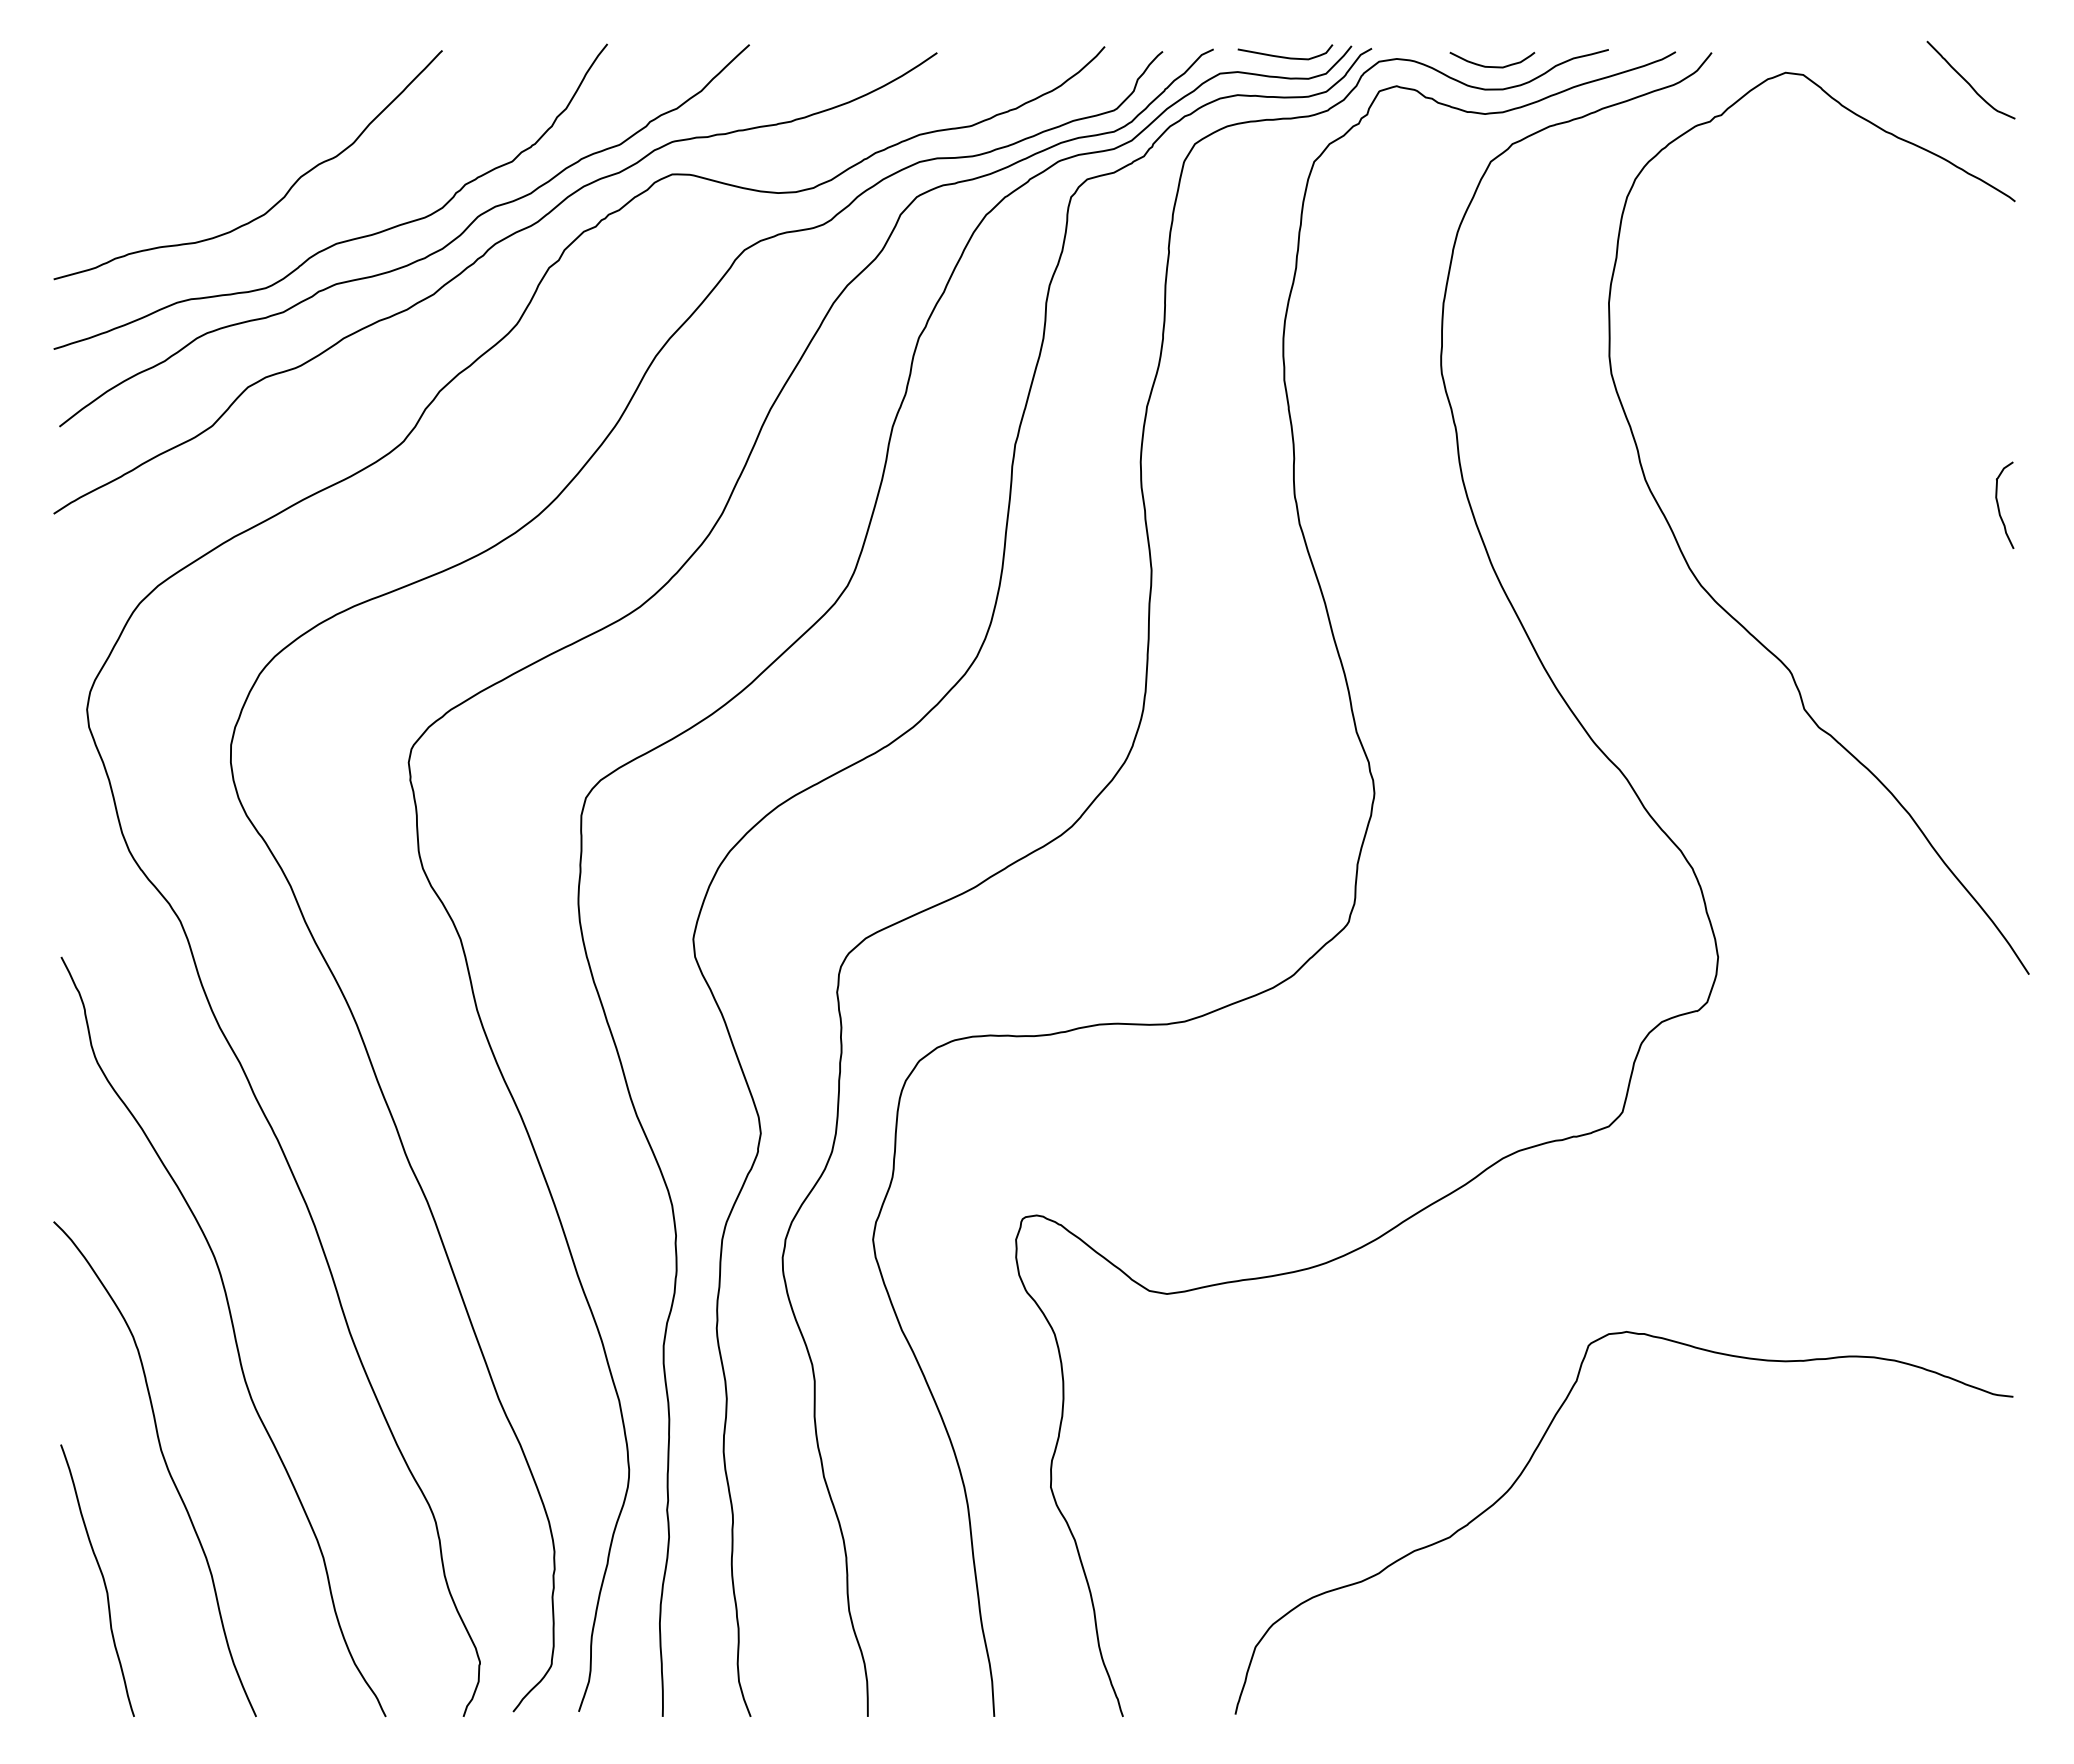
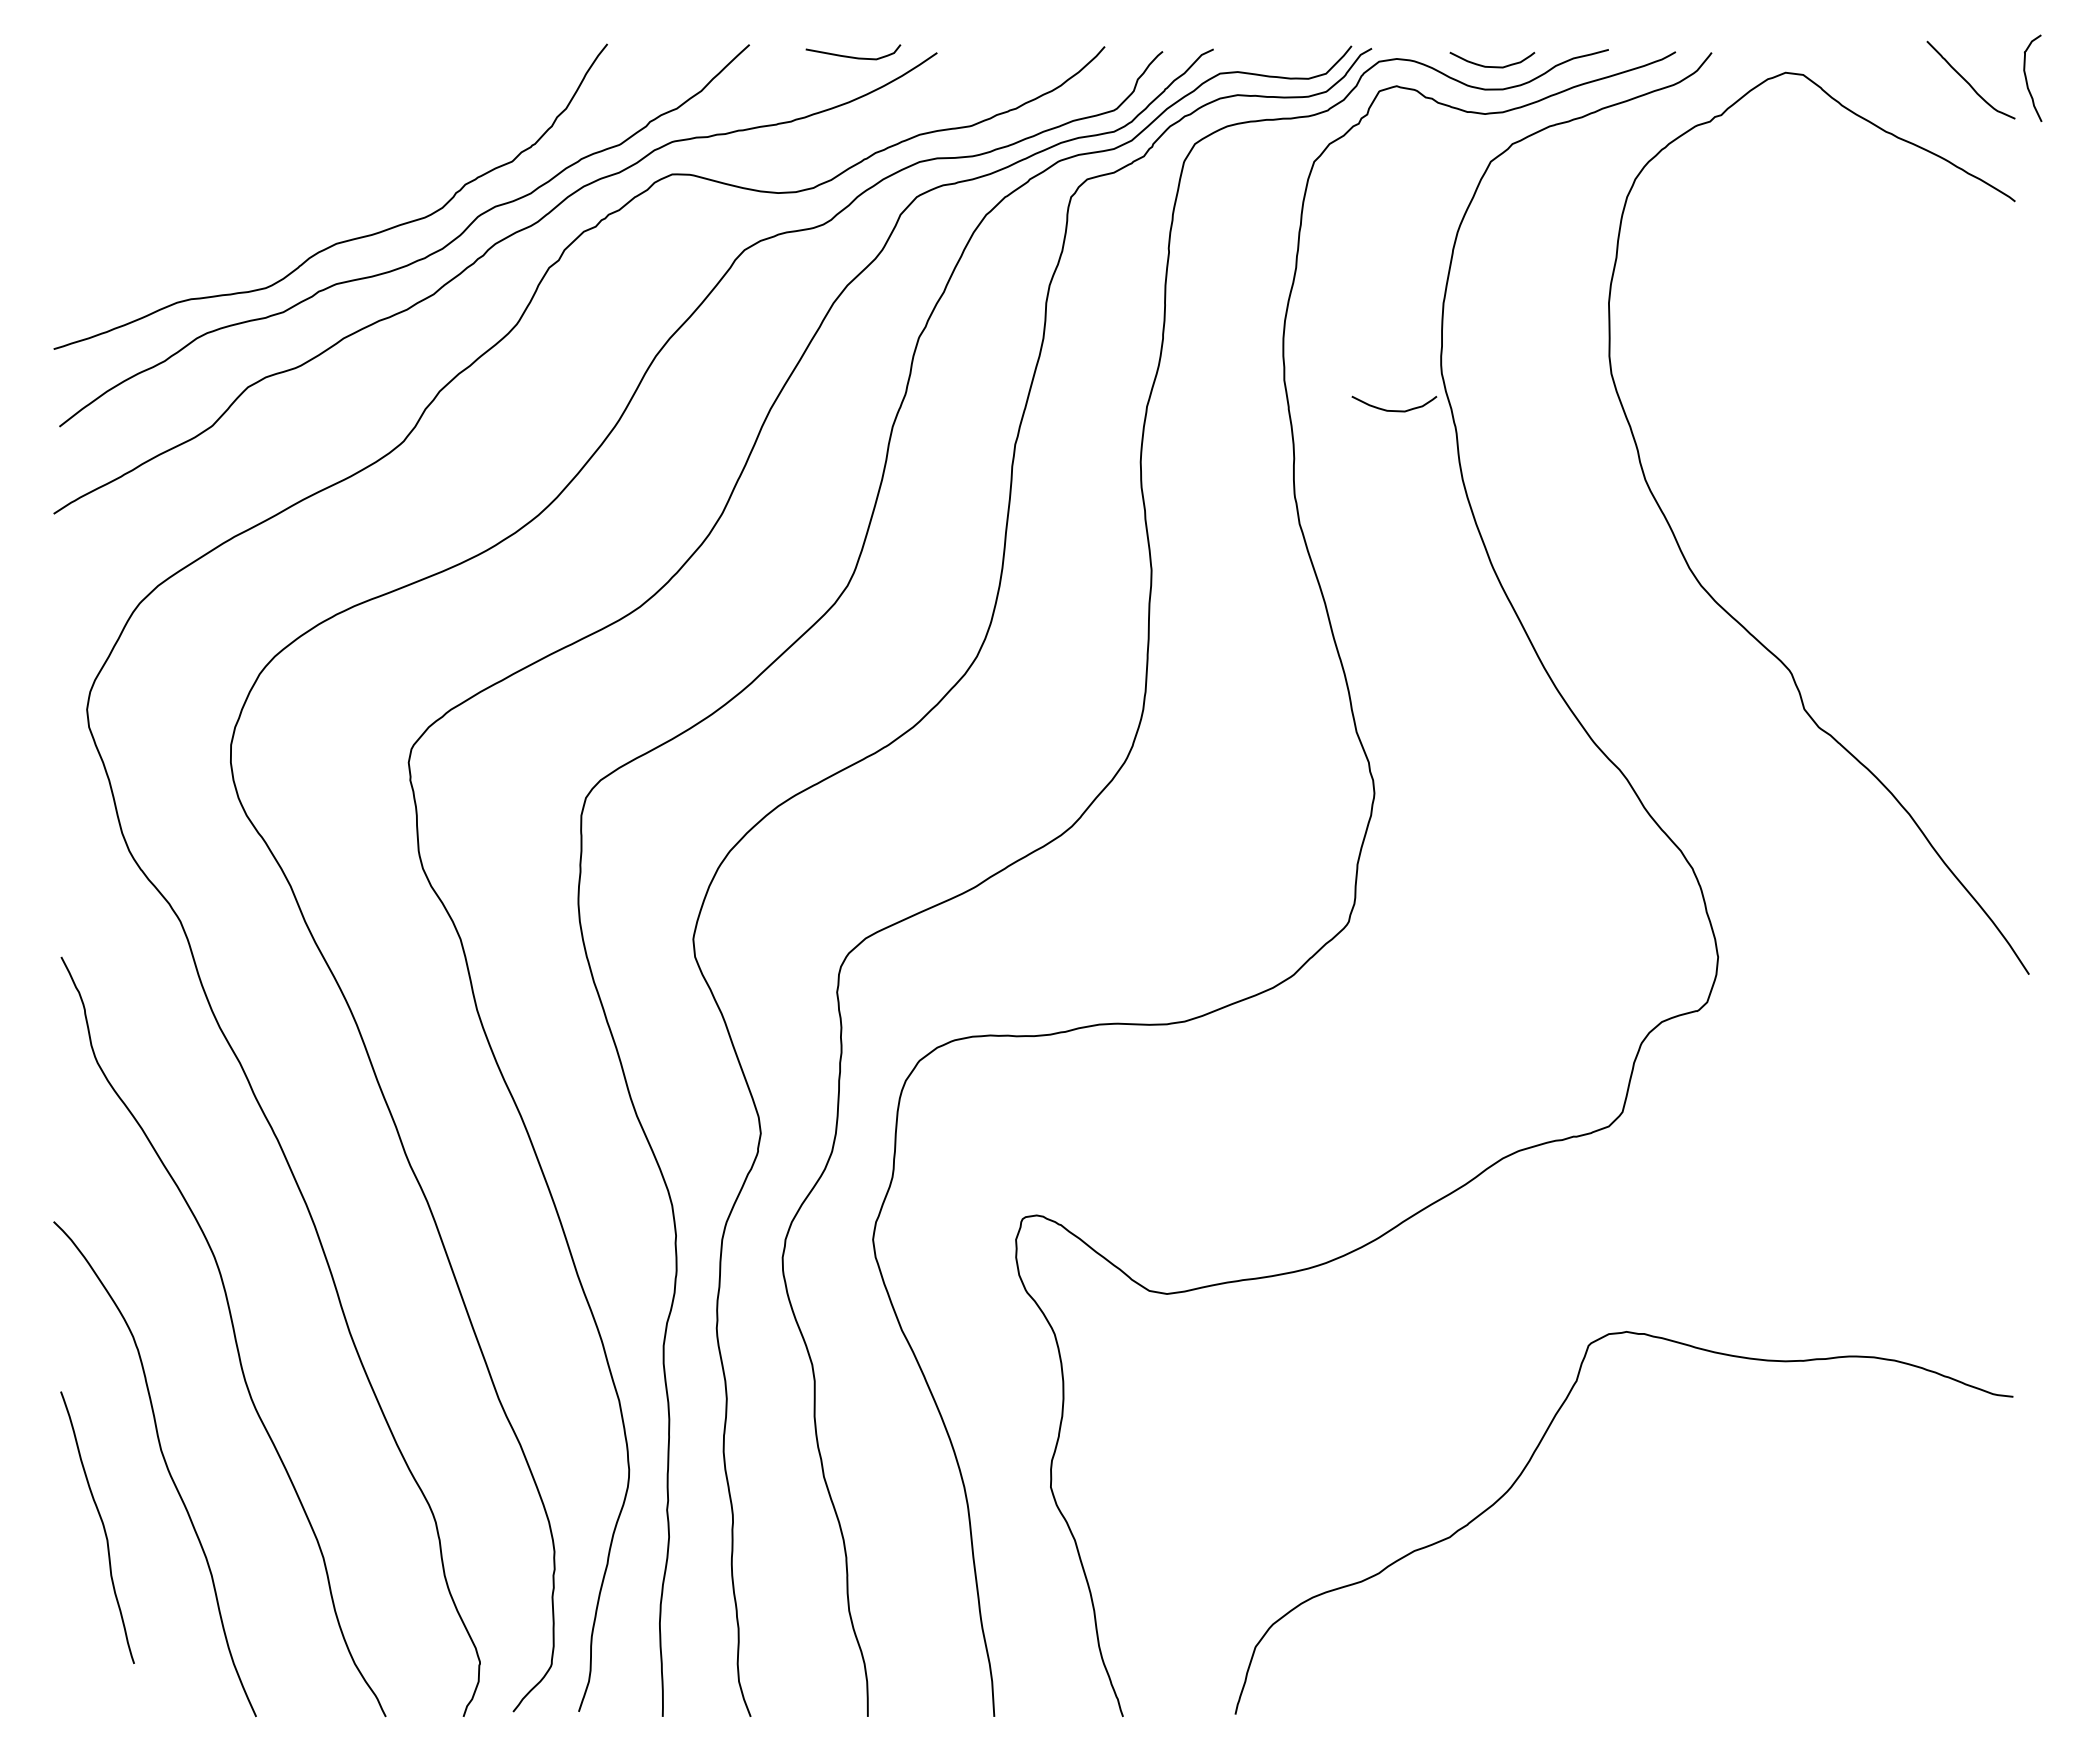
curve at (1285, 56) position: (1285, 56) -> (853, 56)
curve at (277, 201): present -> none
curve at (1394, 410): none -> present
curve at (1999, 506) position: (1999, 506) -> (2027, 79)
curve at (102, 1579) position: (102, 1579) -> (102, 1526)
